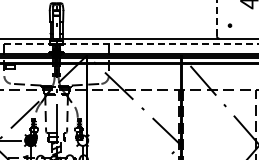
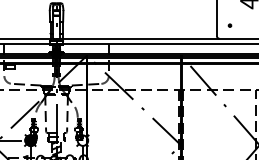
line at (216, 18): dashed -> solid
line at (129, 43): dashed -> solid
